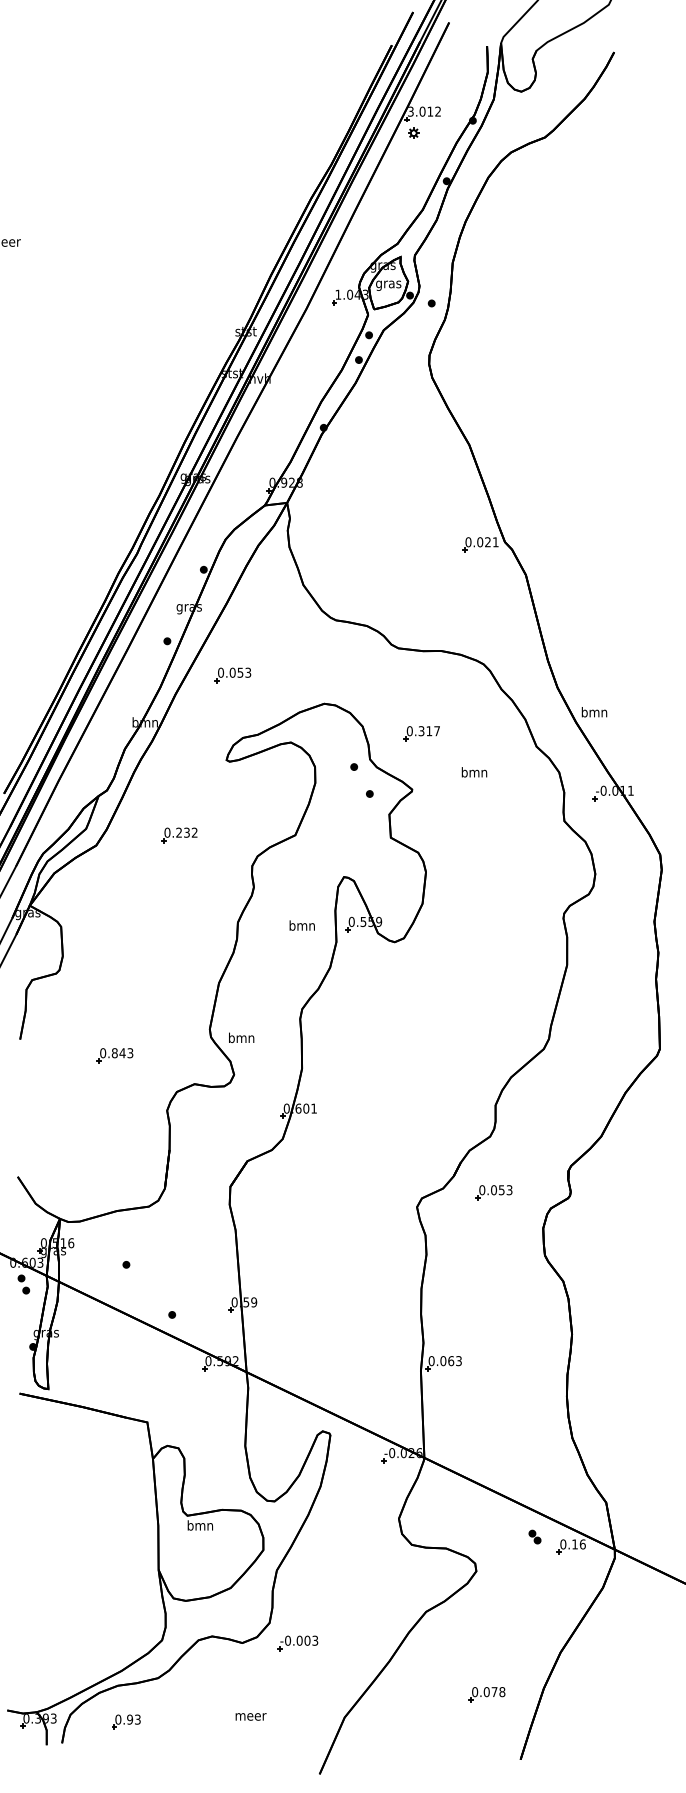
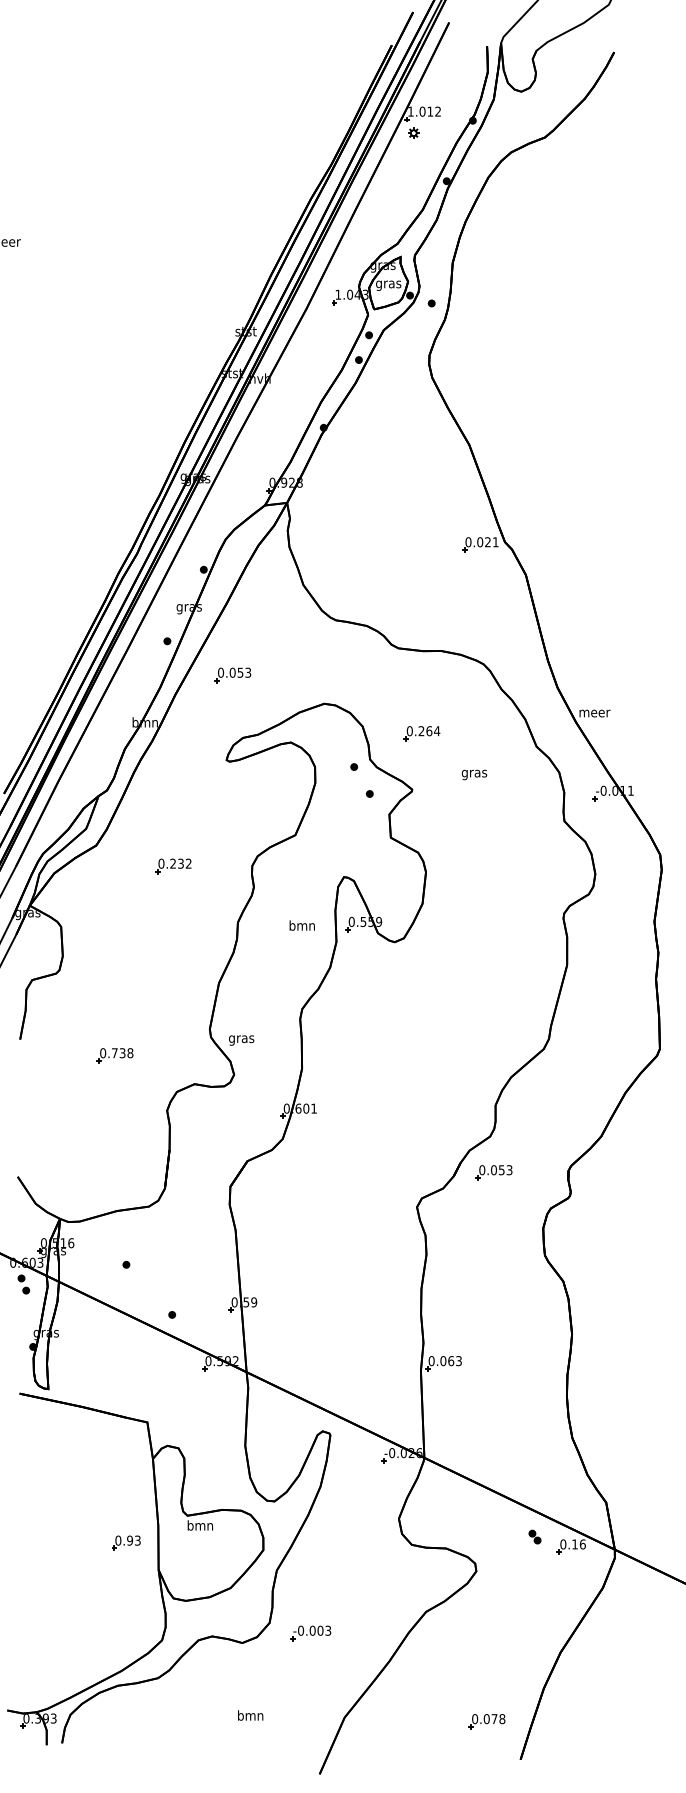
text at (410, 111): 3.012 -> 1.012
text at (594, 712): bmn -> meer
text at (429, 731): 0.317 -> 0.264
text at (474, 773): bmn -> gras
part at (179, 835) position: (179, 835) -> (173, 866)
text at (241, 1038): bmn -> gras
text at (122, 1053): 0.843 -> 0.738
part at (493, 1192) position: (493, 1192) -> (493, 1172)
part at (297, 1643) position: (297, 1643) -> (310, 1633)
part at (486, 1694) position: (486, 1694) -> (486, 1721)
text at (250, 1715): meer -> bmn
part at (126, 1721) position: (126, 1721) -> (126, 1542)
